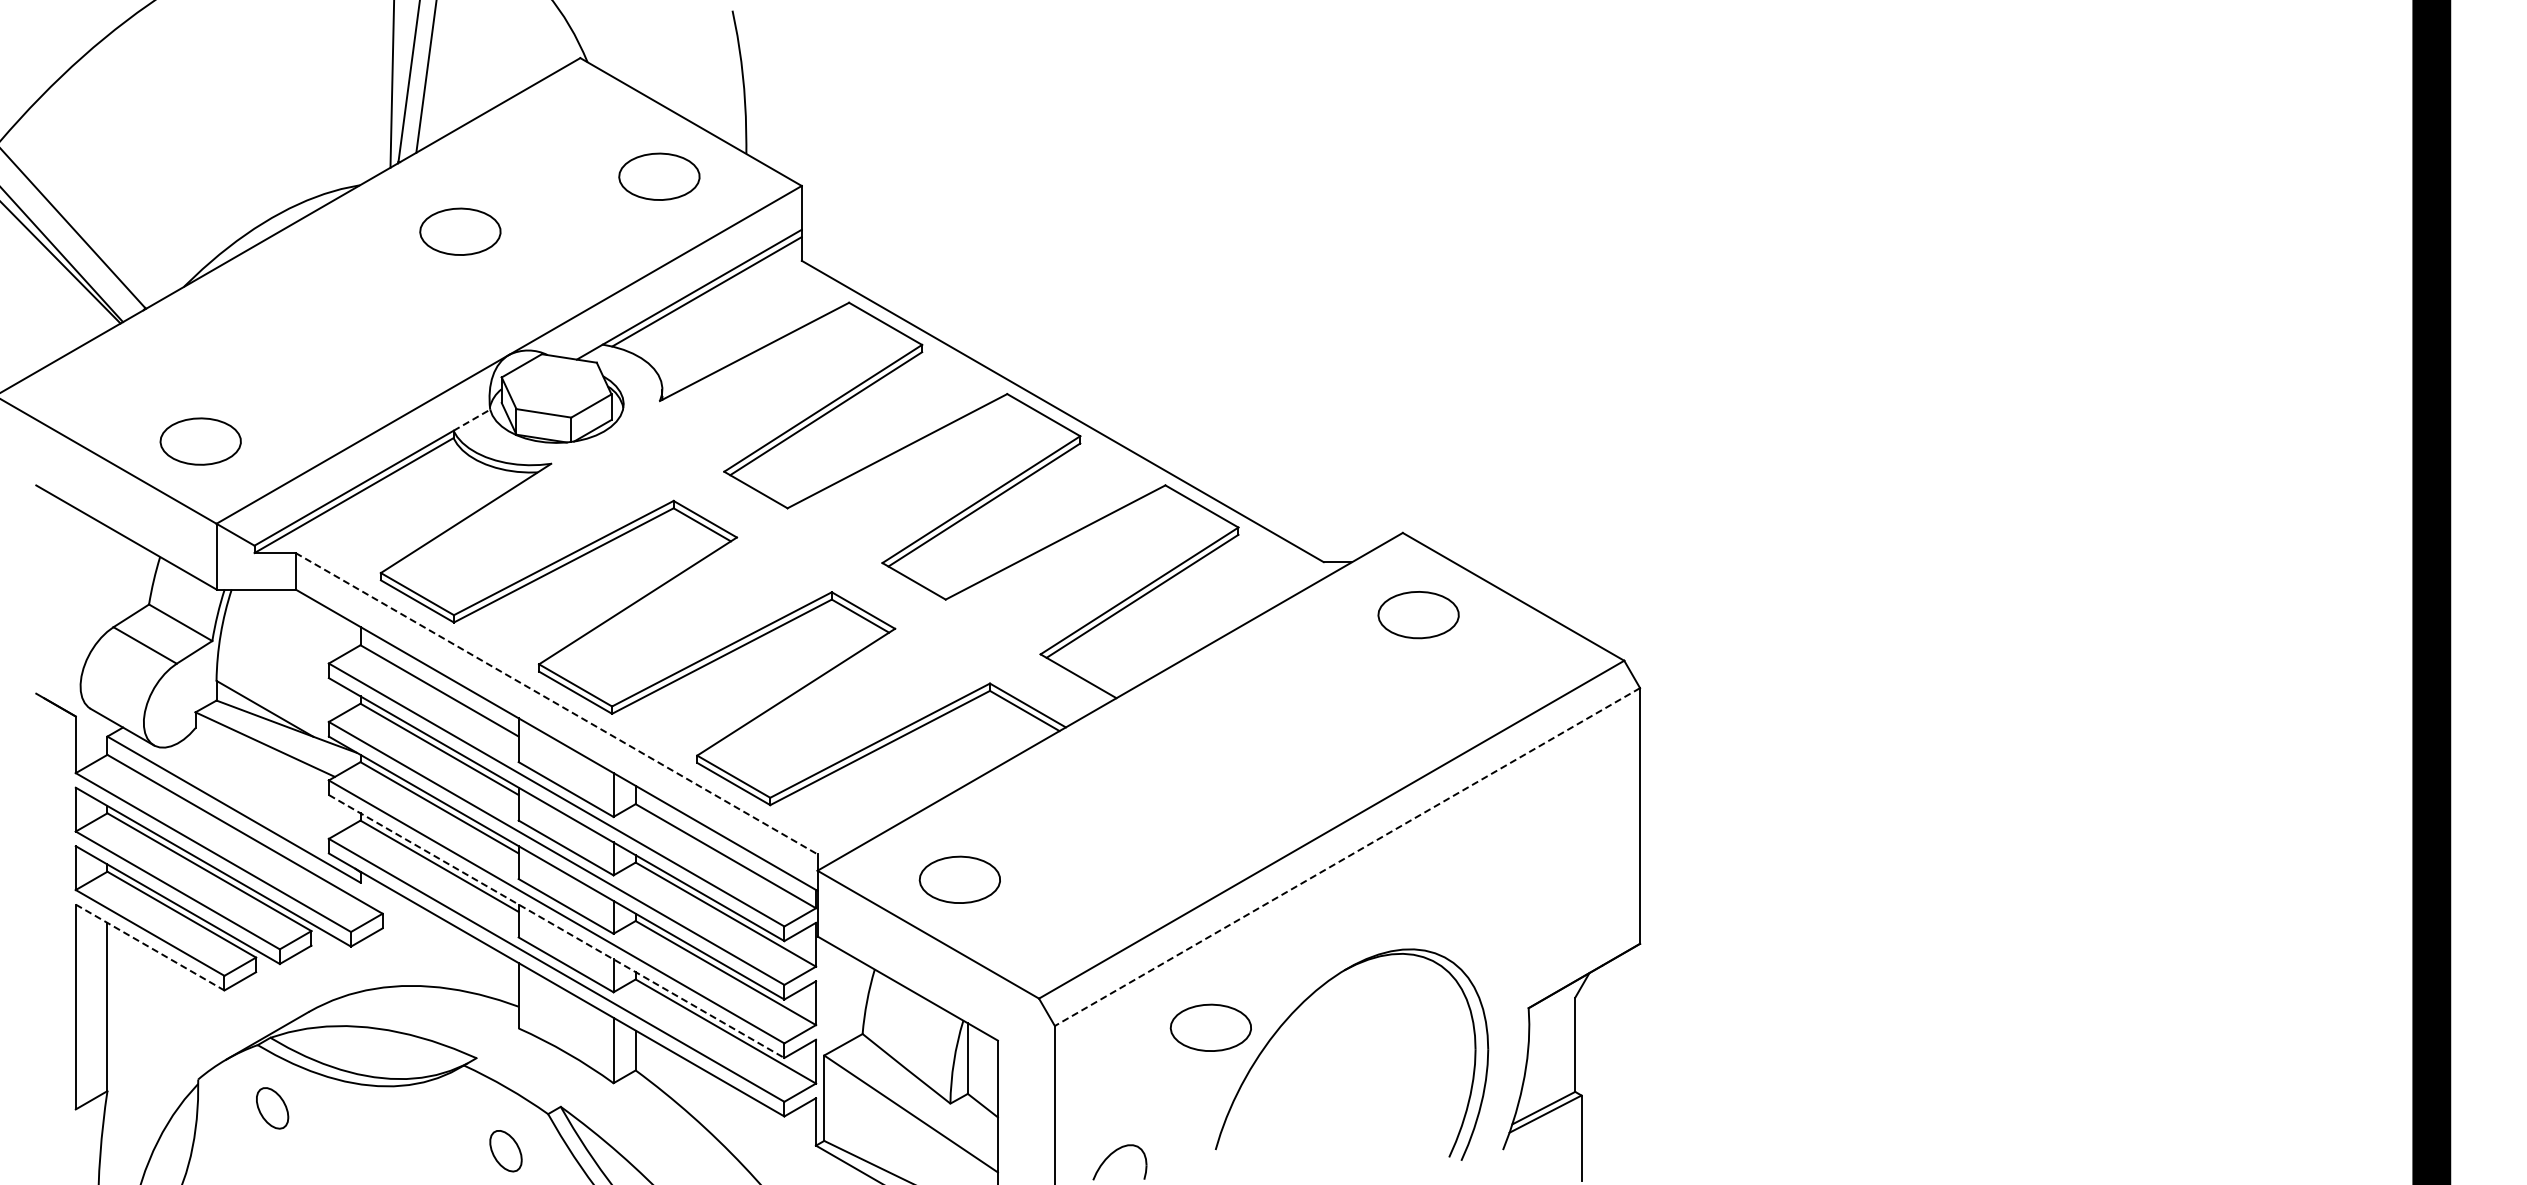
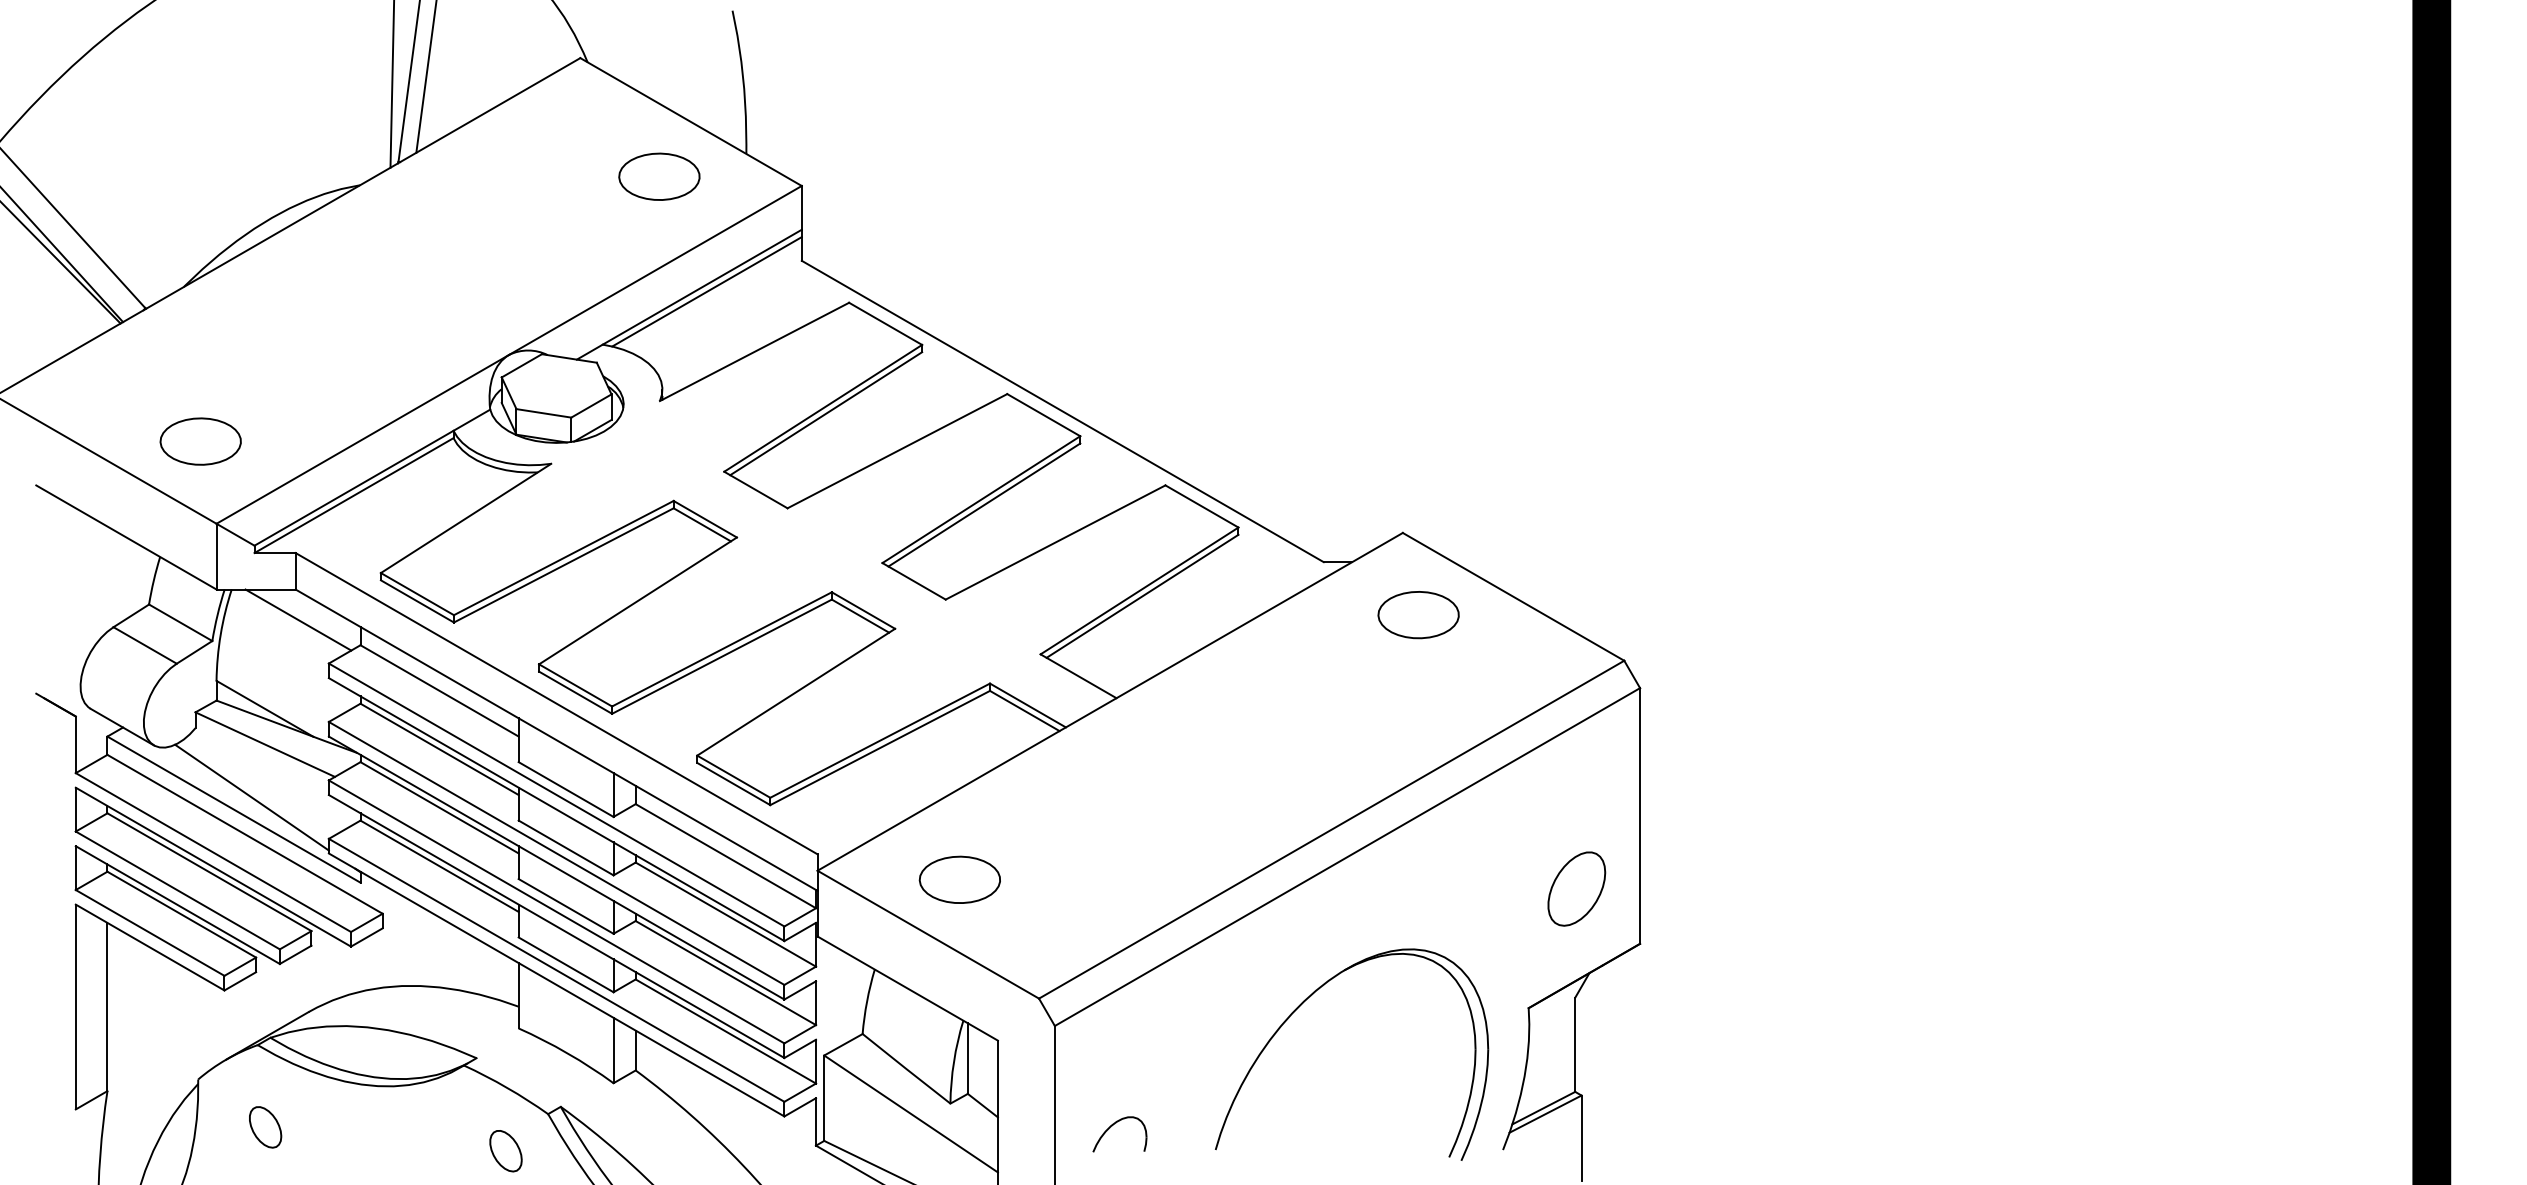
part at (460, 231): present -> none
line at (472, 419): dashed -> solid
line at (298, 619): none -> present
line at (557, 703): dashed -> solid
line at (251, 797): none -> present
line at (1347, 857): dashed -> solid
part at (1576, 888): none -> present
line at (556, 926): dashed -> solid
line at (150, 947): dashed -> solid
part at (1210, 1027): present -> none
part at (272, 1108) position: (272, 1108) -> (265, 1127)
part at (1112, 1154) position: (1112, 1154) -> (1112, 1126)
